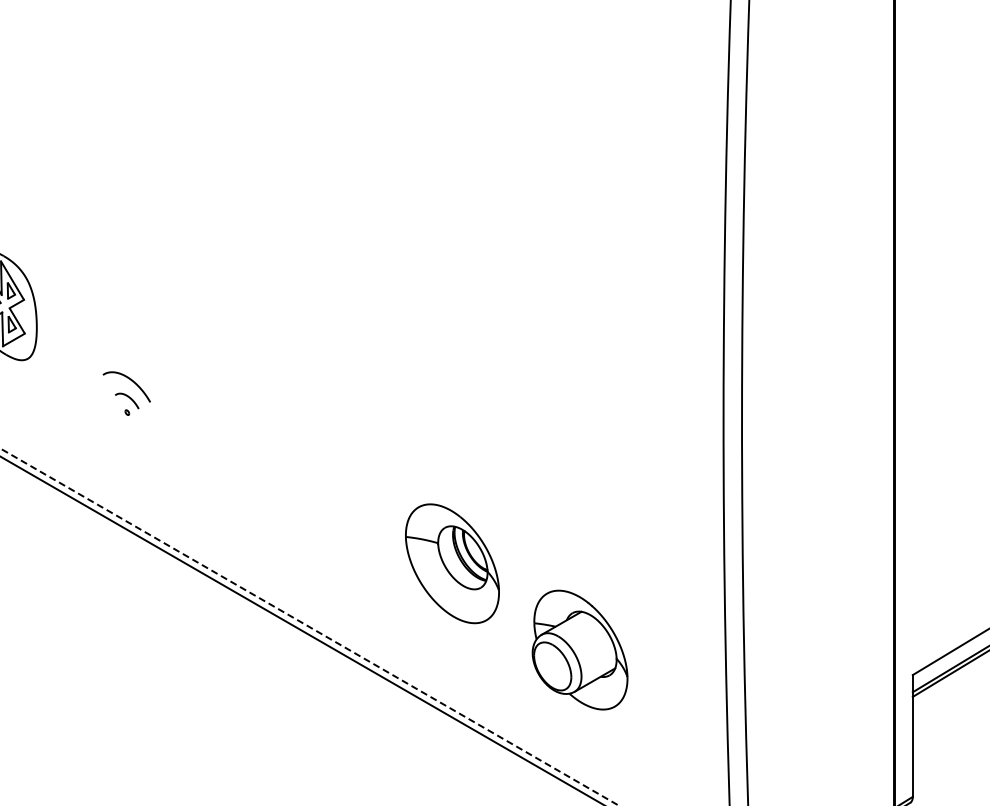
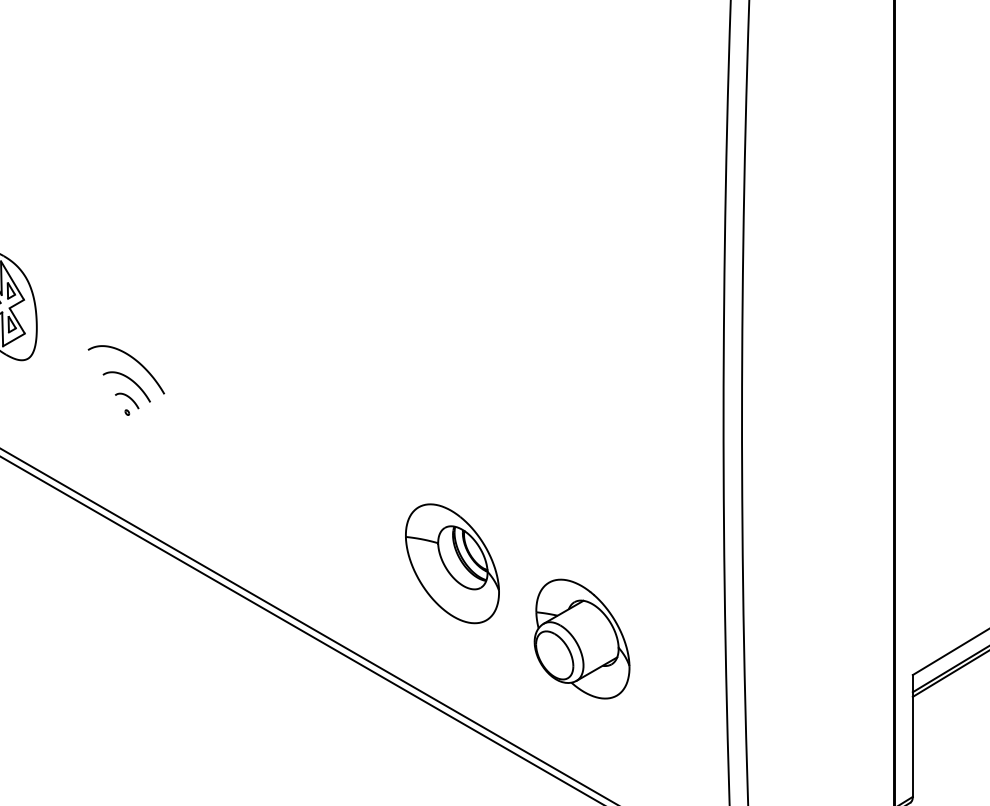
curve at (134, 360): none -> present
line at (309, 627): dashed -> solid
part at (579, 649) position: (579, 649) -> (581, 638)
